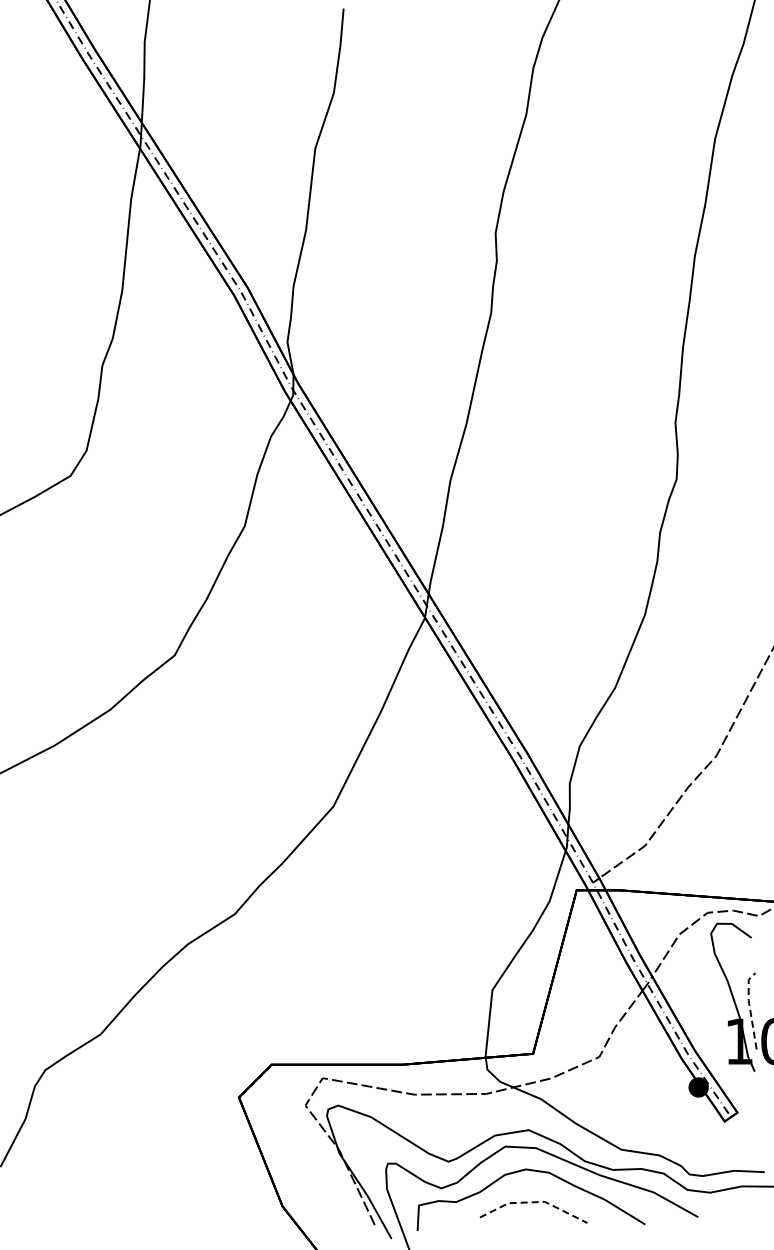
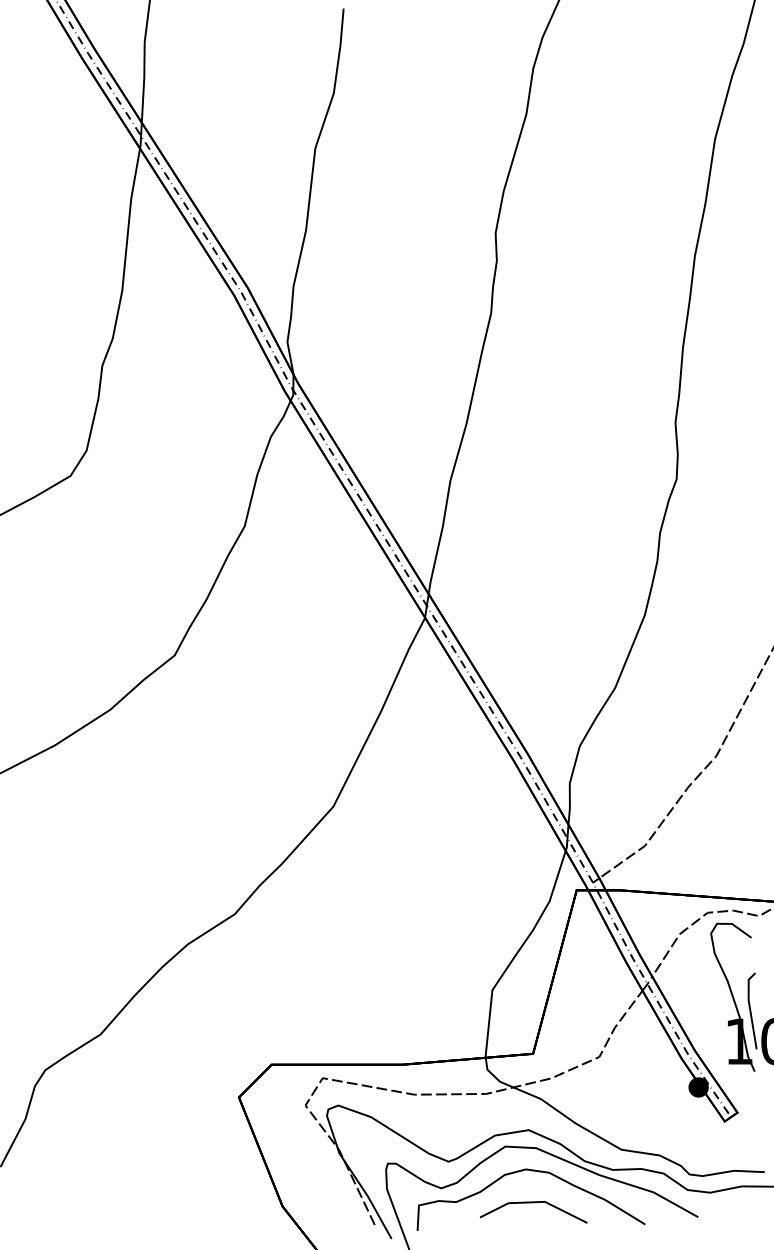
line at (749, 1008): dashed -> solid
line at (535, 1202): dashed -> solid
